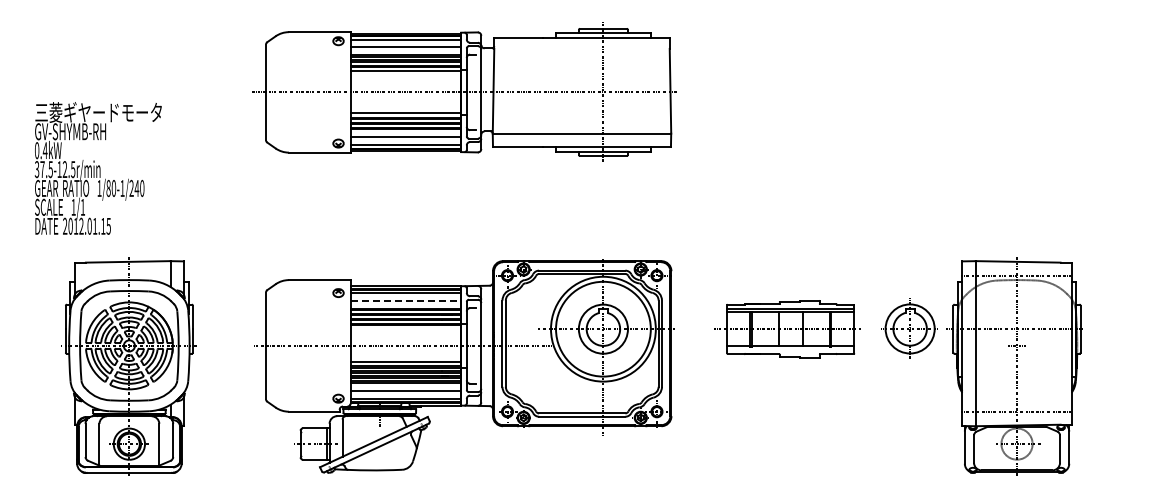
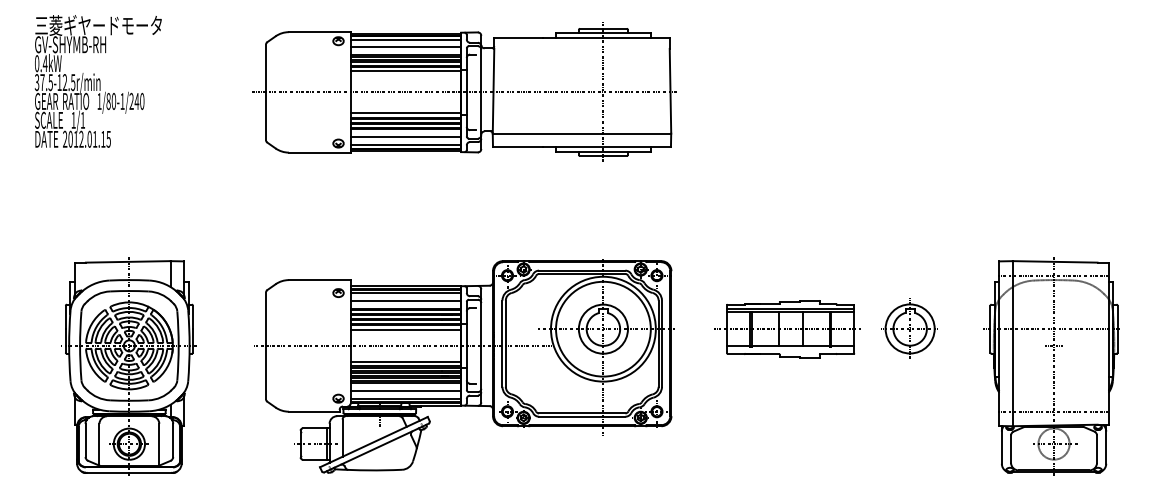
text at (97, 168) position: (97, 168) -> (97, 81)
line at (406, 300): dashed -> solid
line at (405, 330): none -> present
part at (1014, 366) position: (1014, 366) -> (1051, 366)
